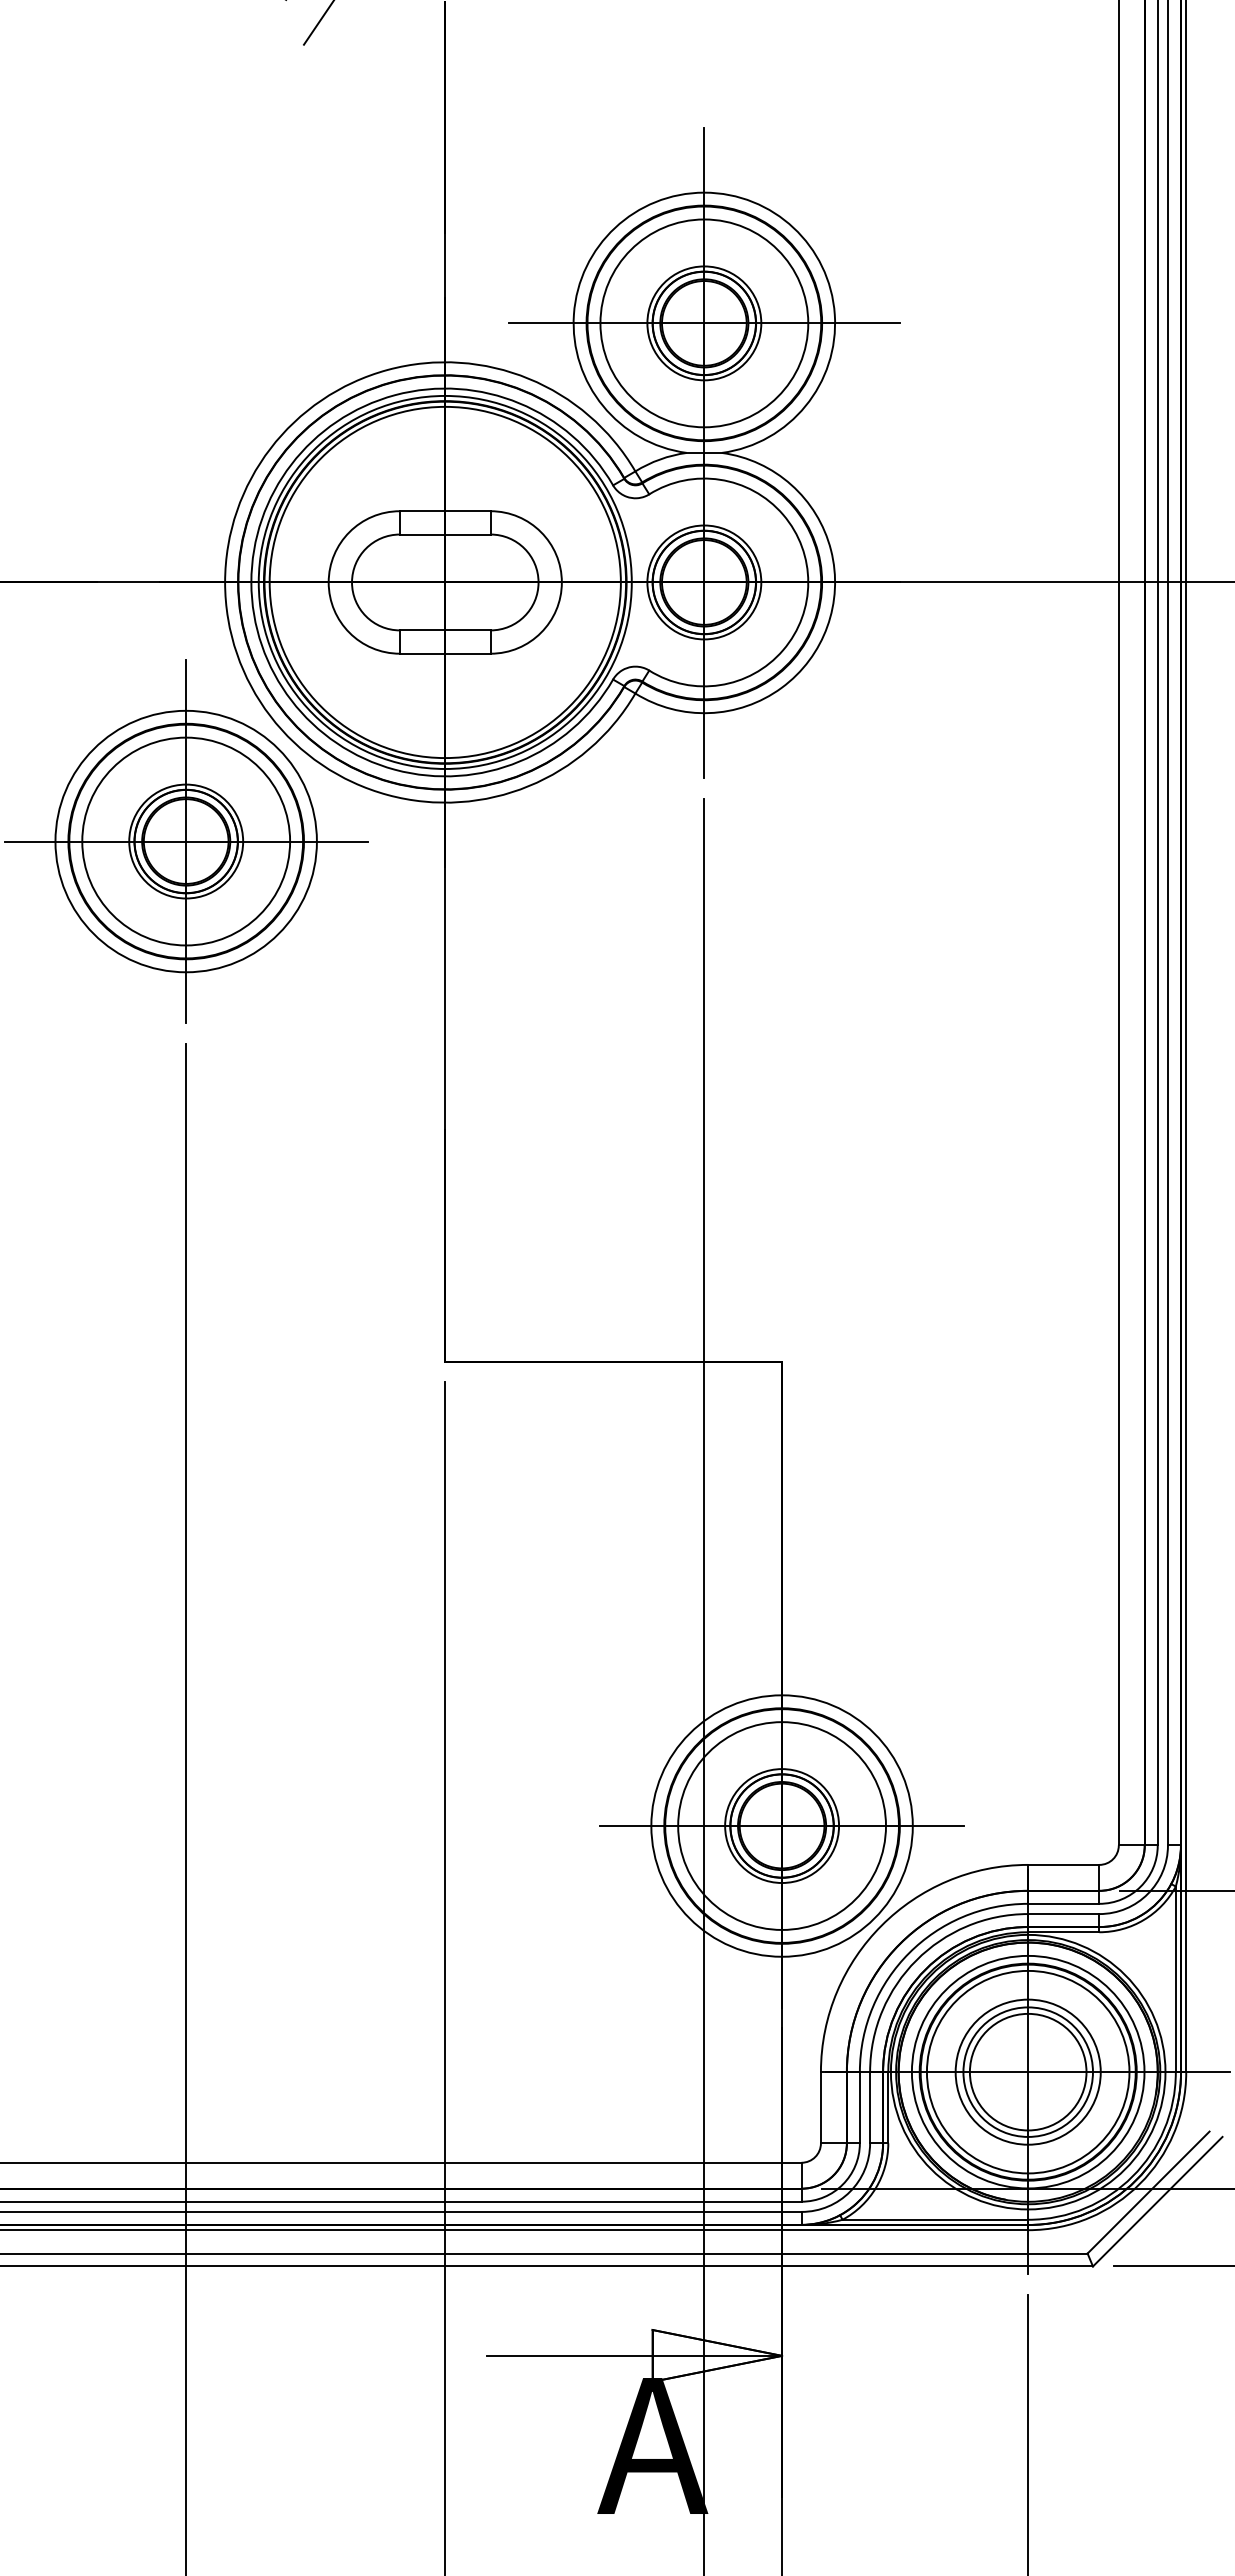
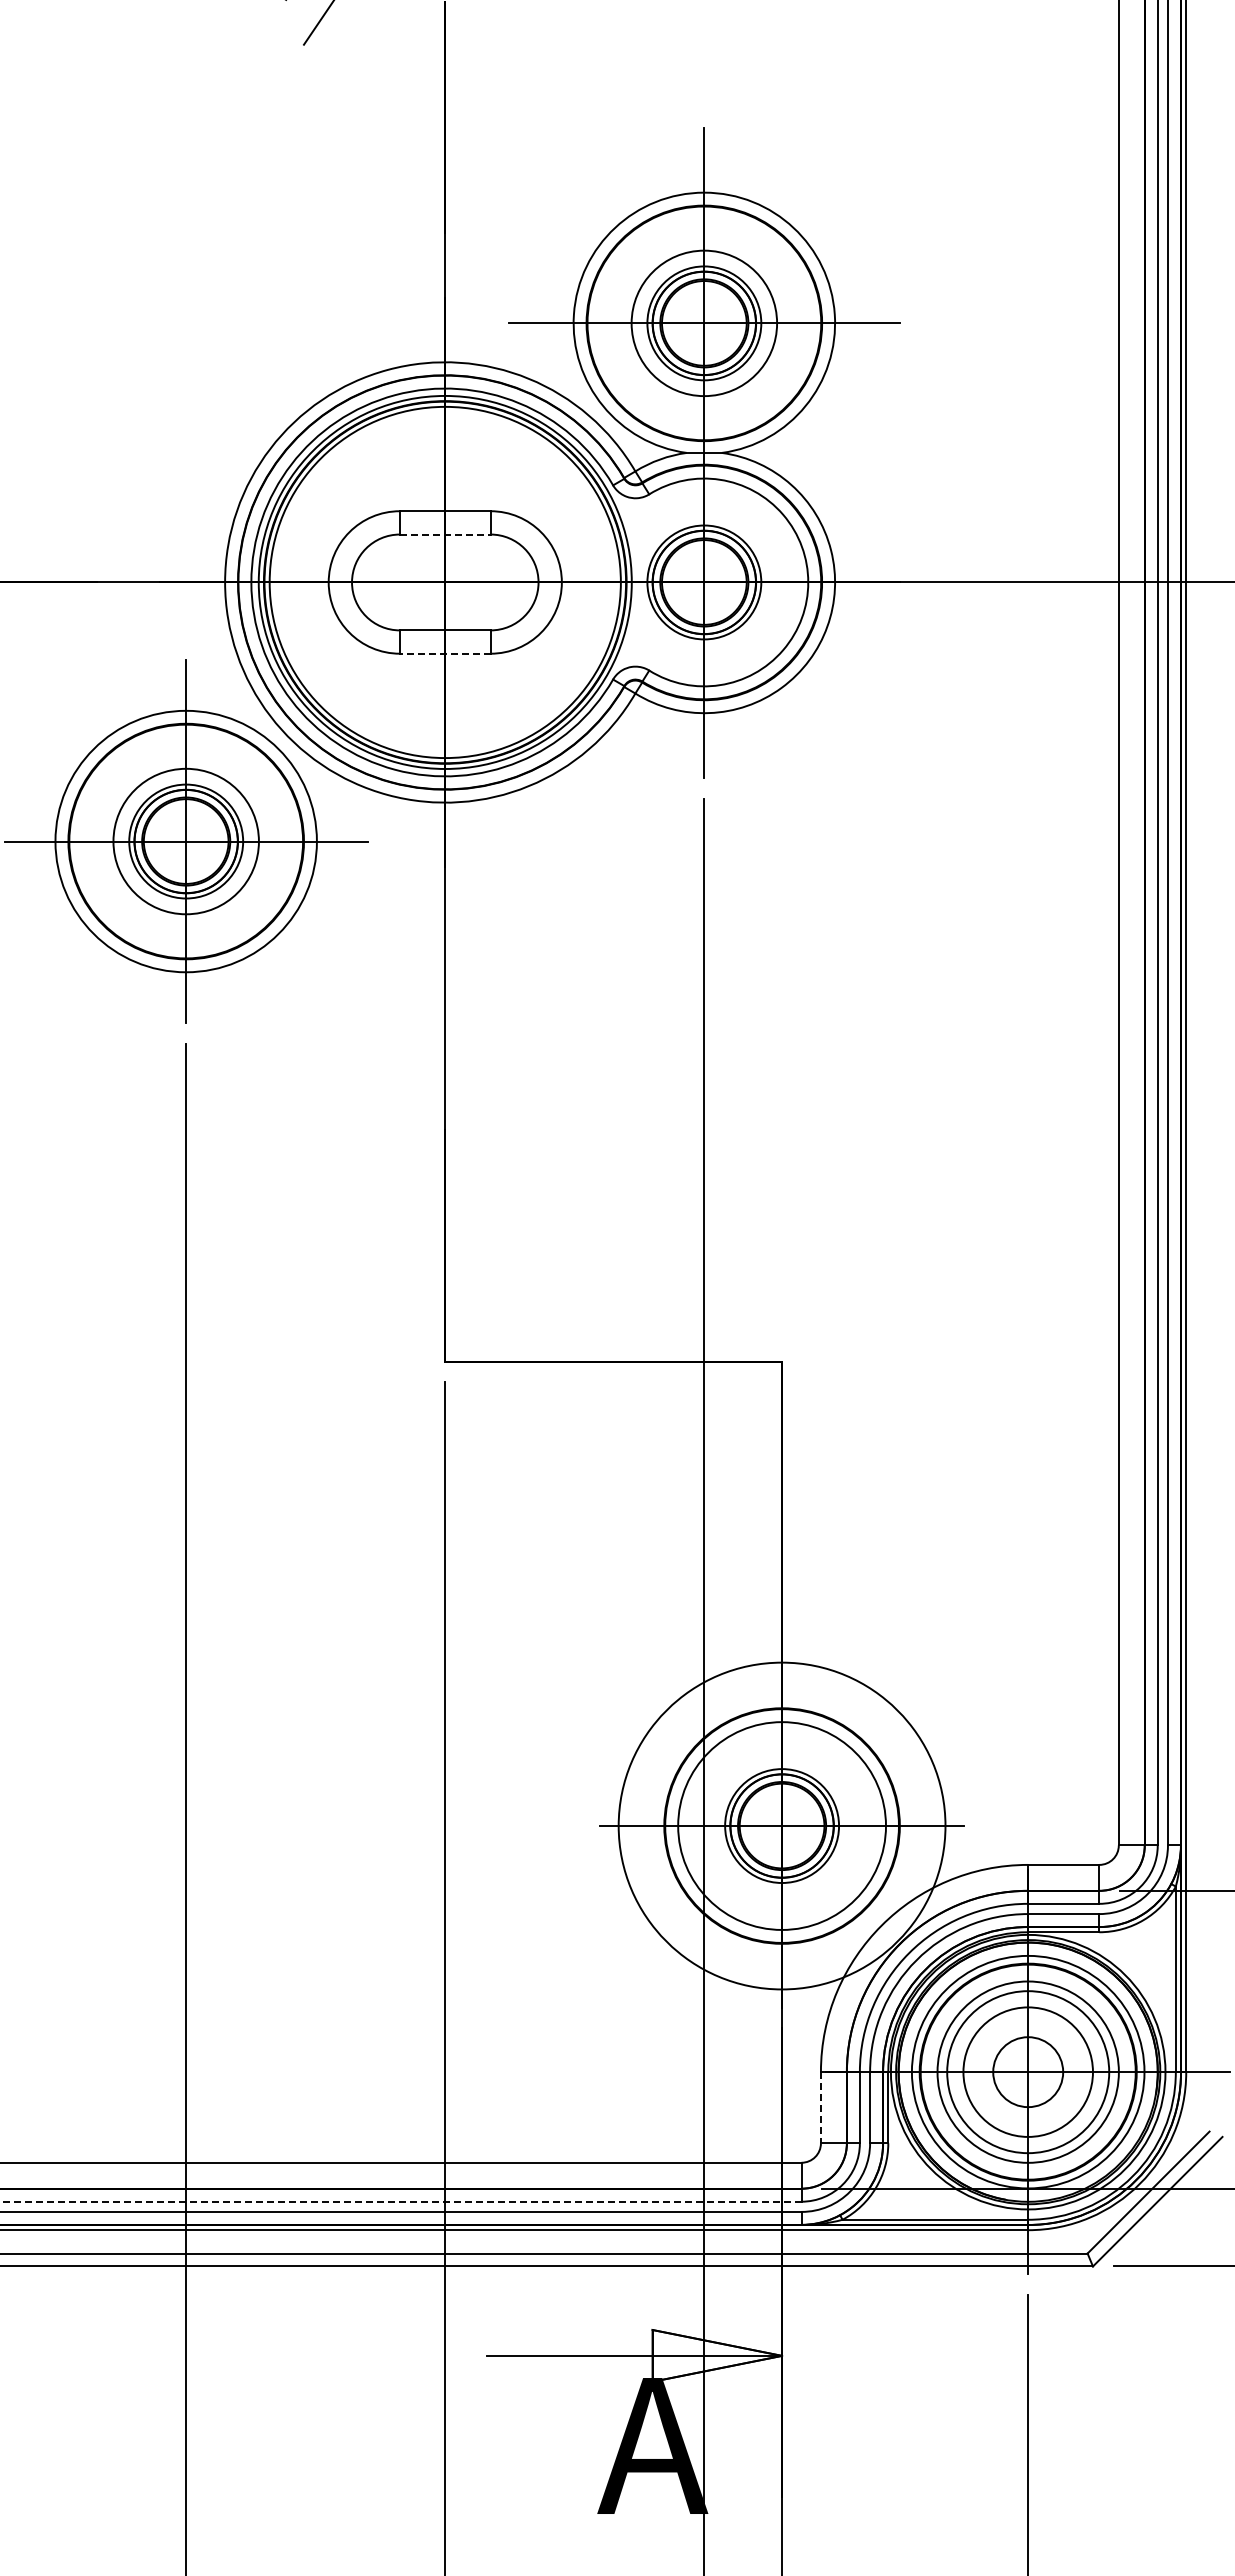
circle at (704, 323) diameter: 208 px -> 145 px
line at (445, 534): solid -> dashed
line at (444, 653): solid -> dashed
circle at (186, 841) diameter: 208 px -> 145 px
circle at (781, 1825) diameter: 261 px -> 327 px
circle at (1027, 2071) diameter: 117 px -> 70 px
circle at (1027, 2071) diameter: 145 px -> 181 px
circle at (1027, 2071) diameter: 203 px -> 162 px
line at (820, 2107): solid -> dashed
line at (401, 2201): solid -> dashed
